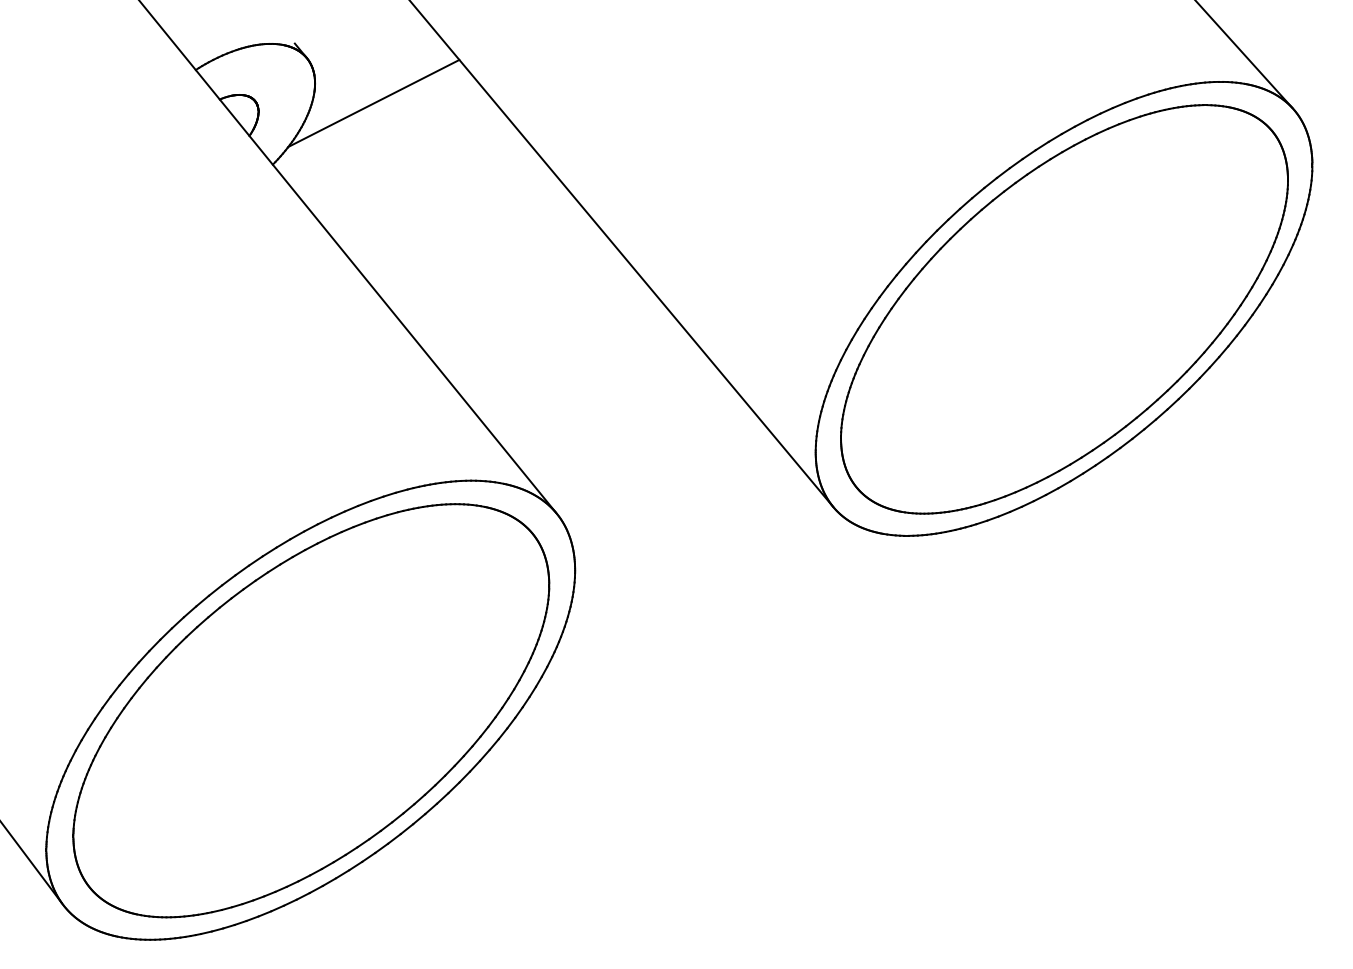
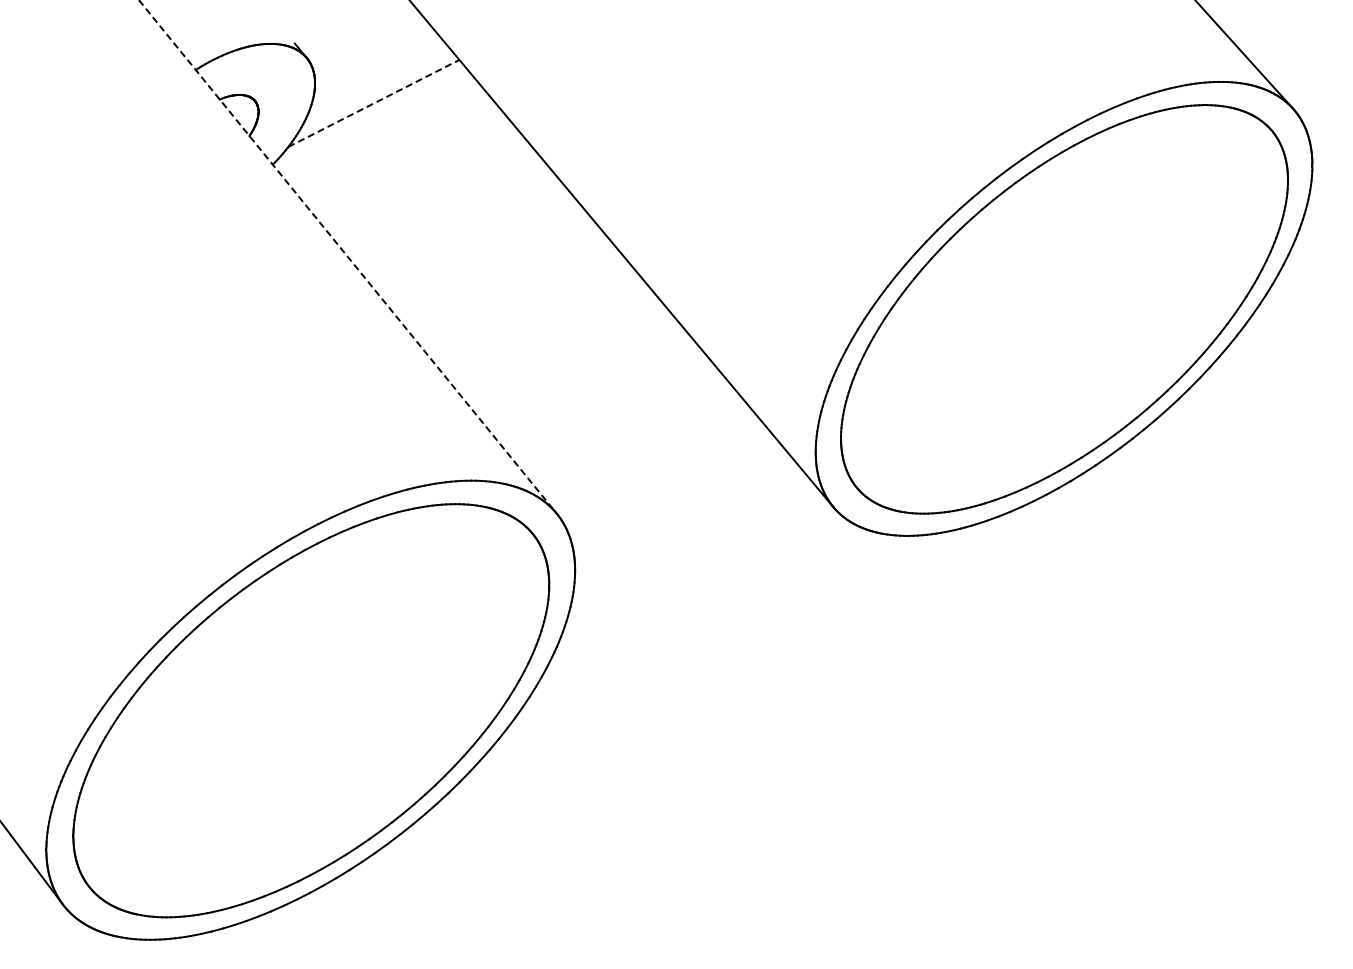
line at (373, 103): solid -> dashed
line at (347, 256): solid -> dashed
